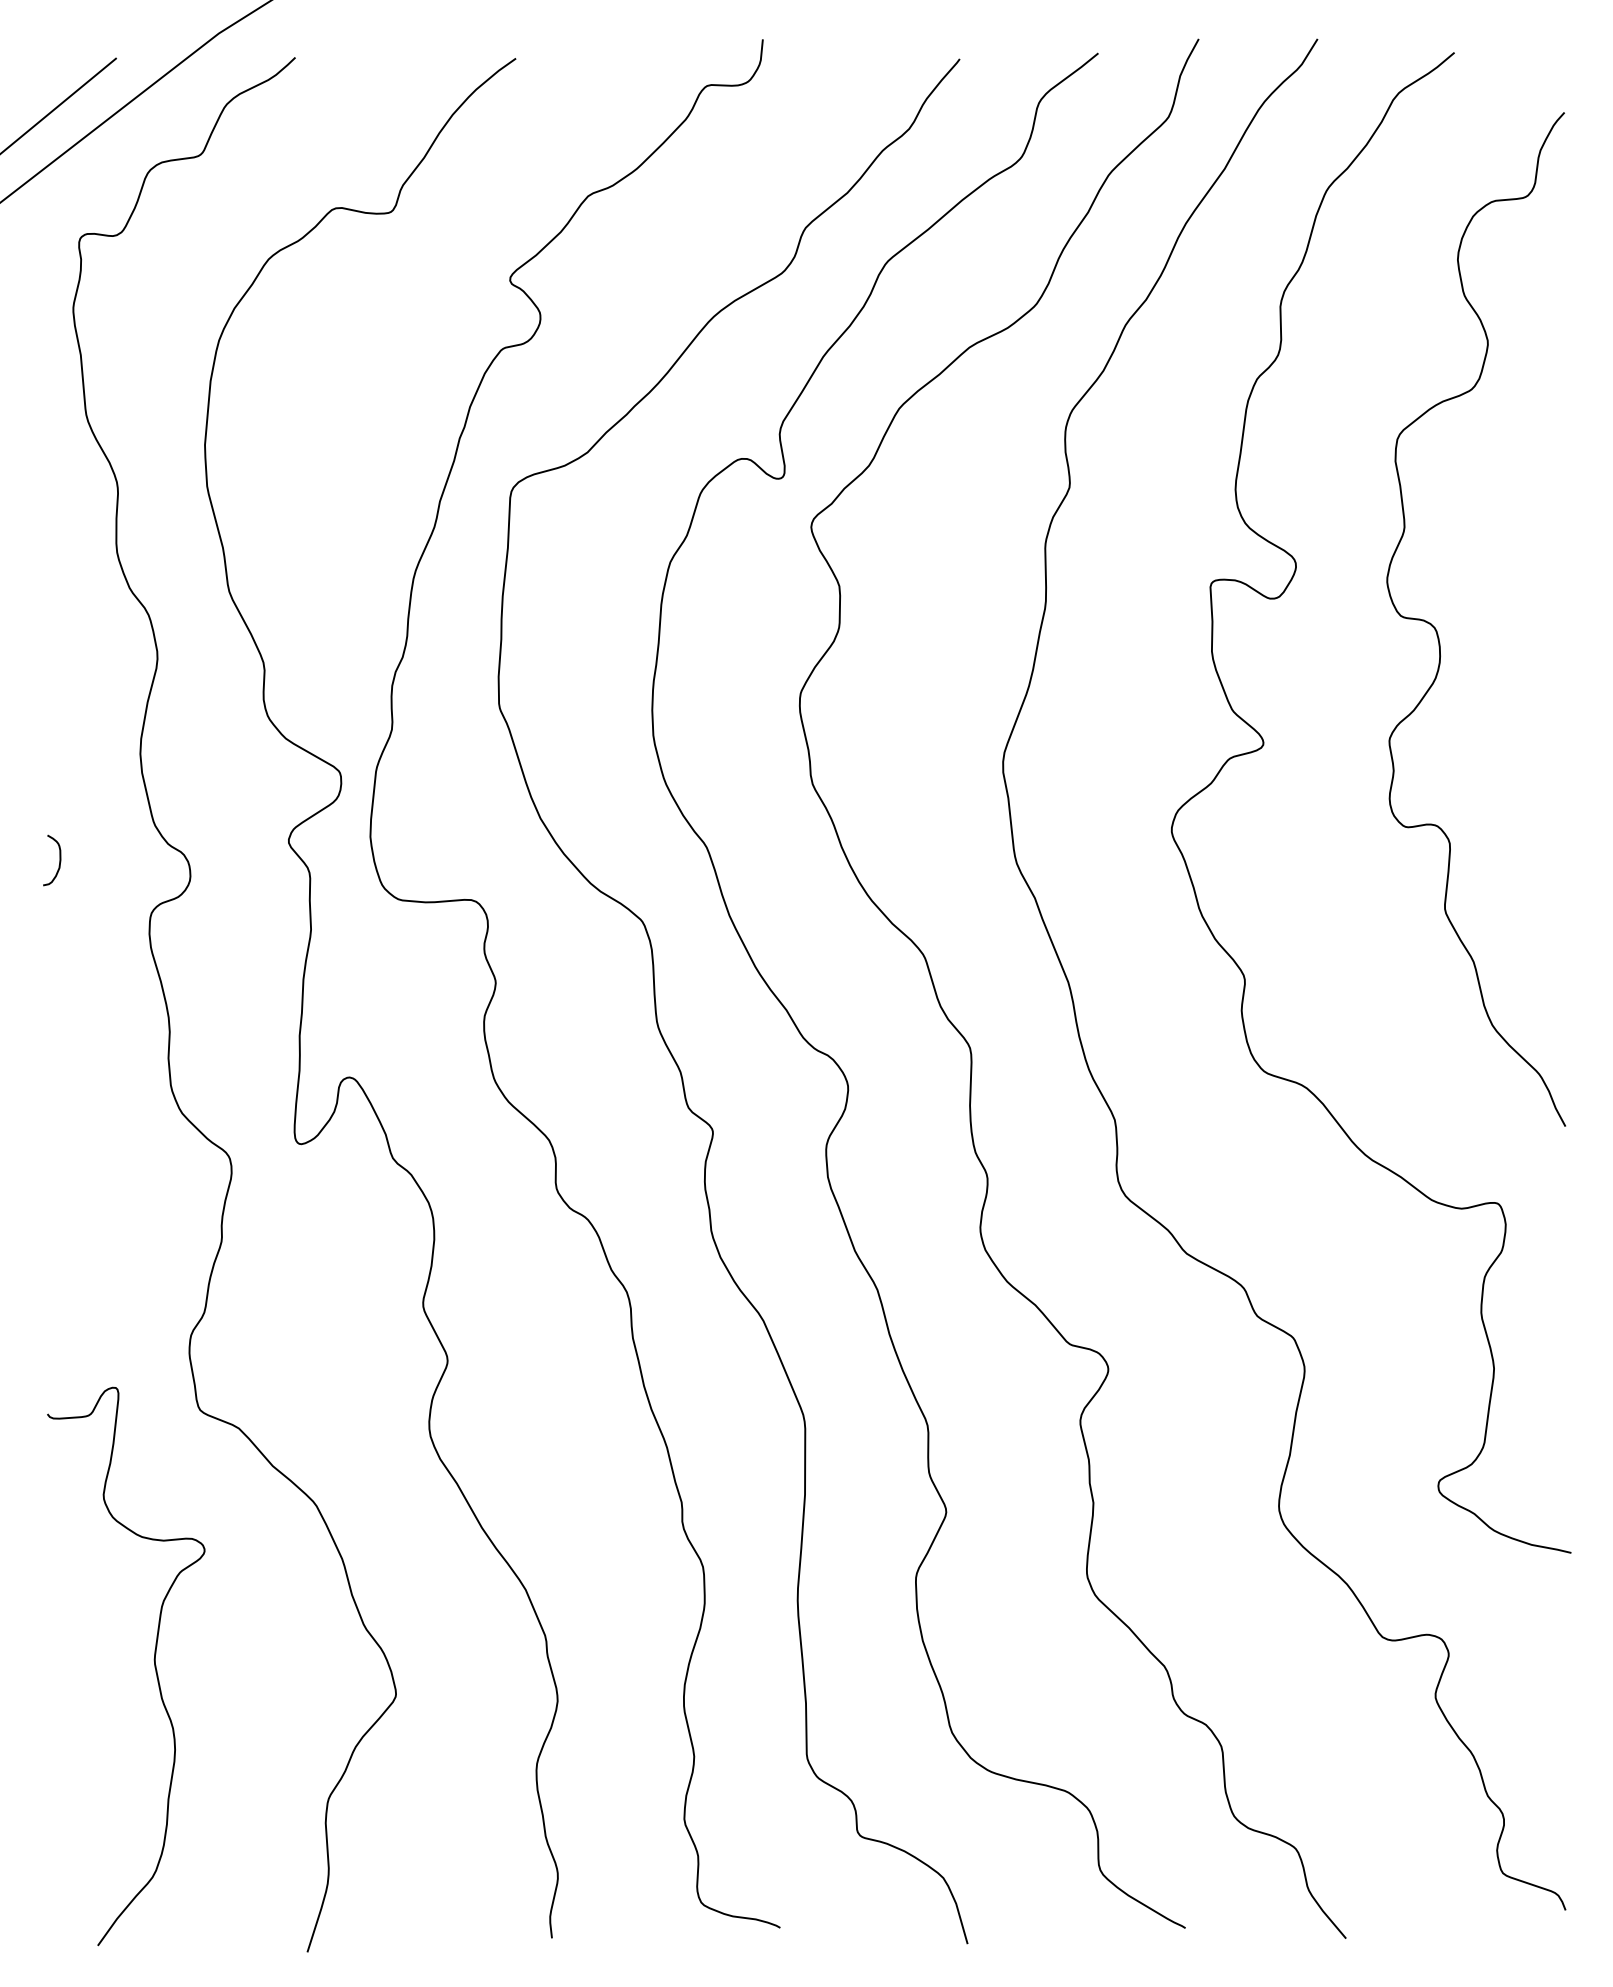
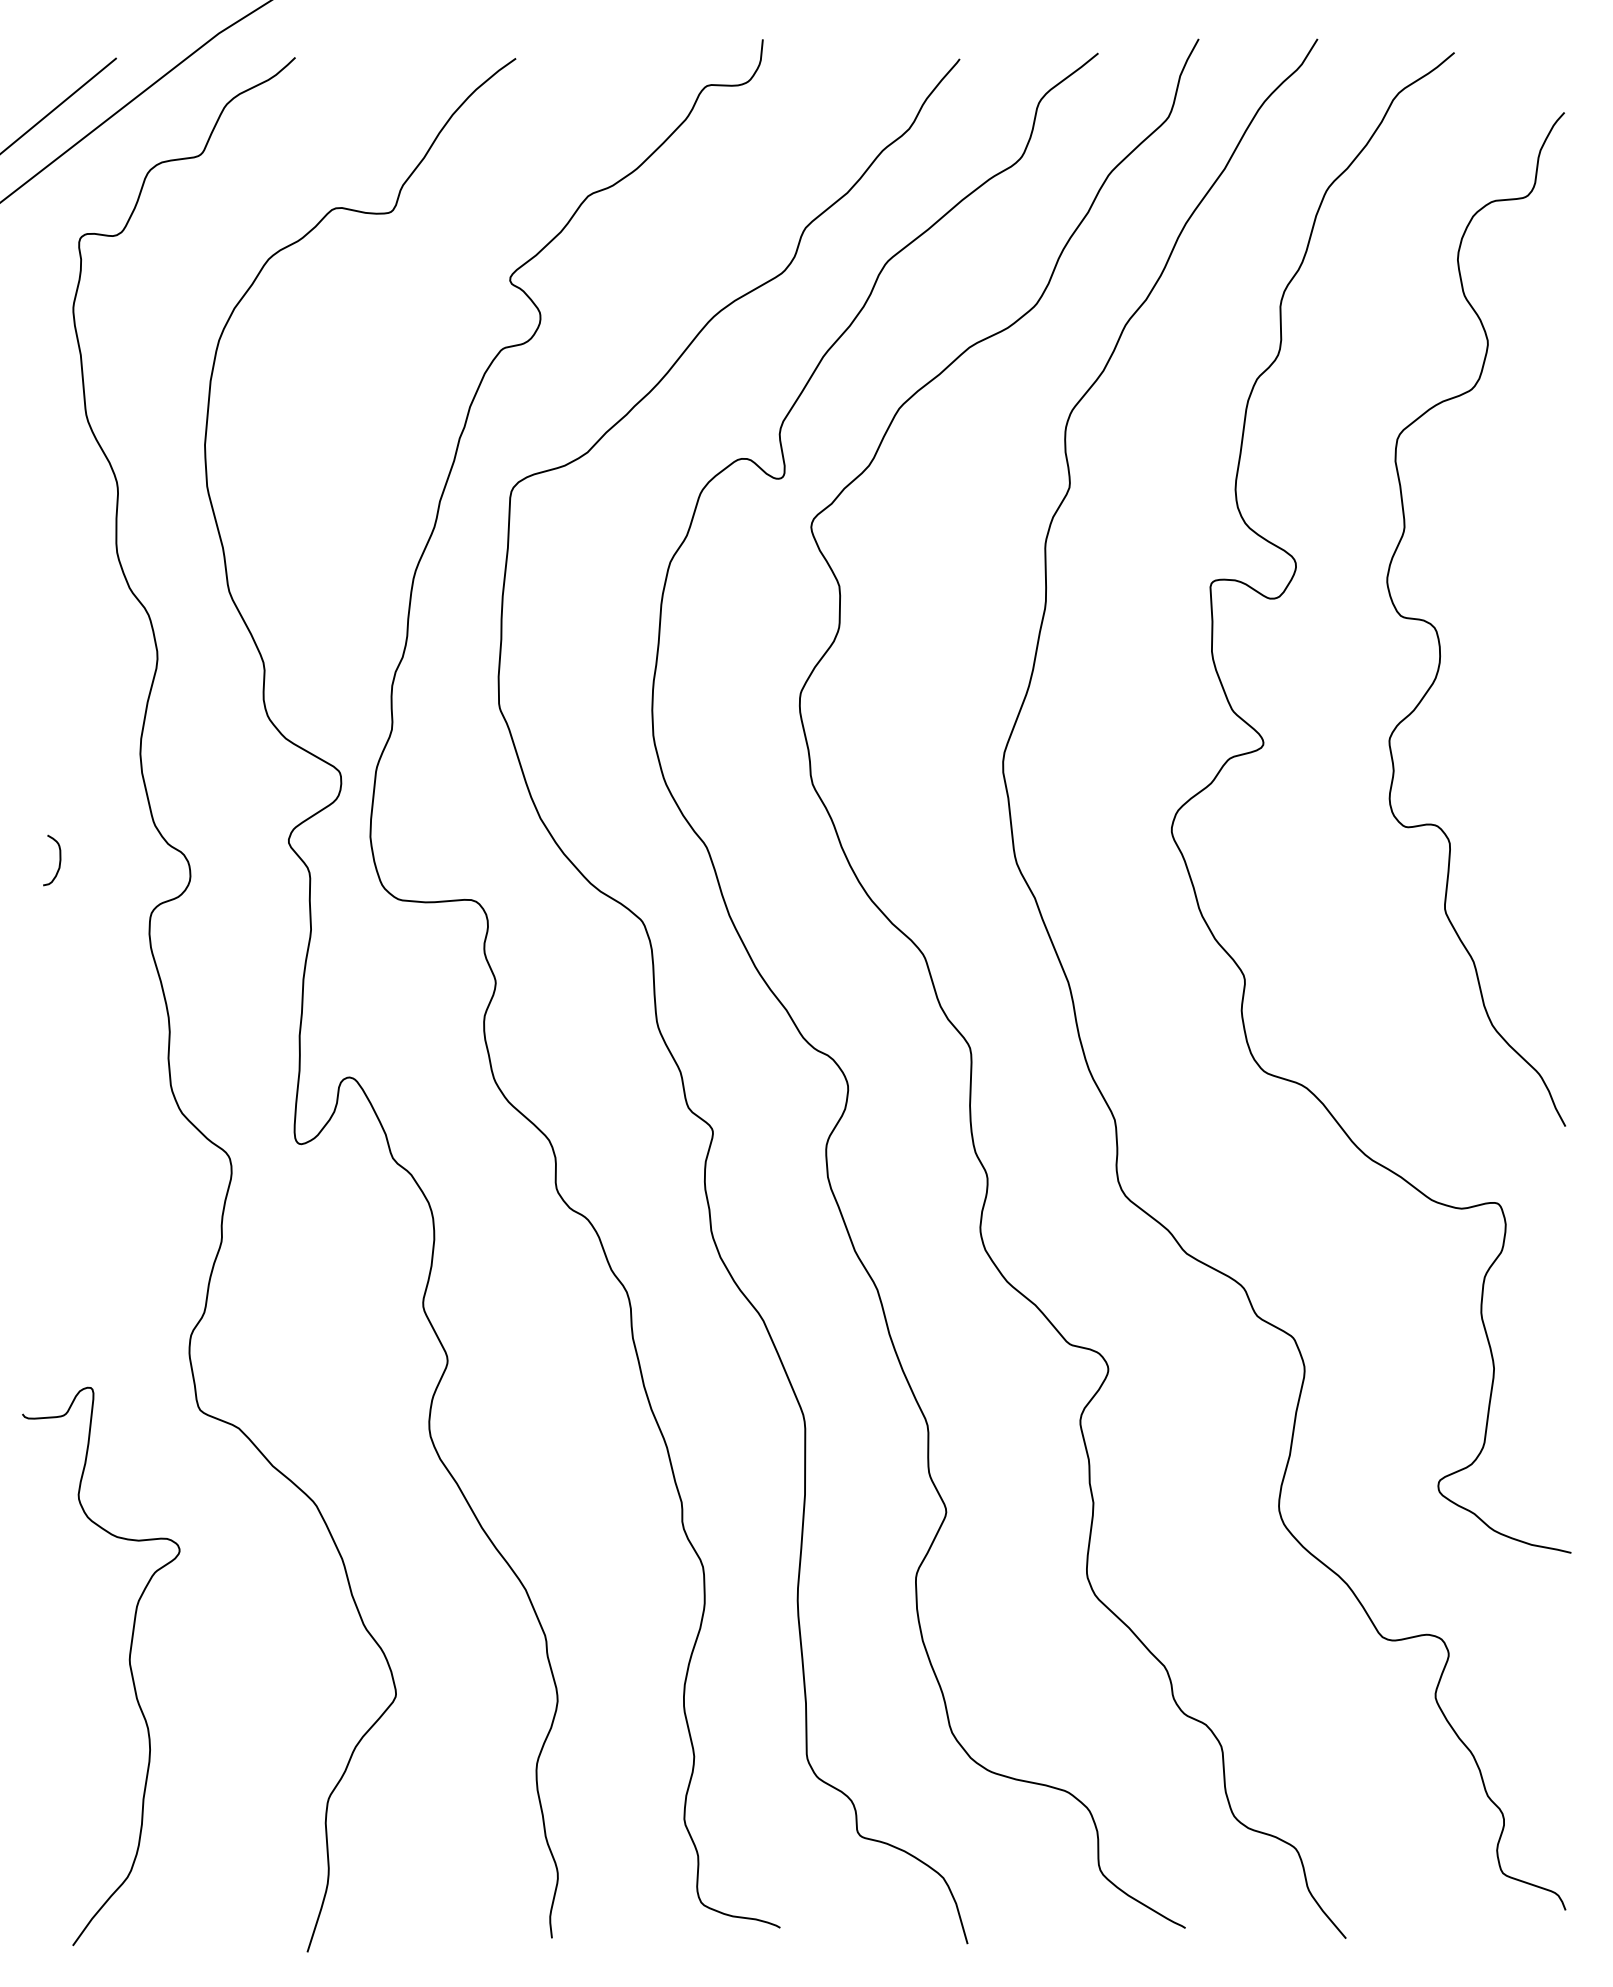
curve at (153, 1660) position: (153, 1660) -> (128, 1660)
